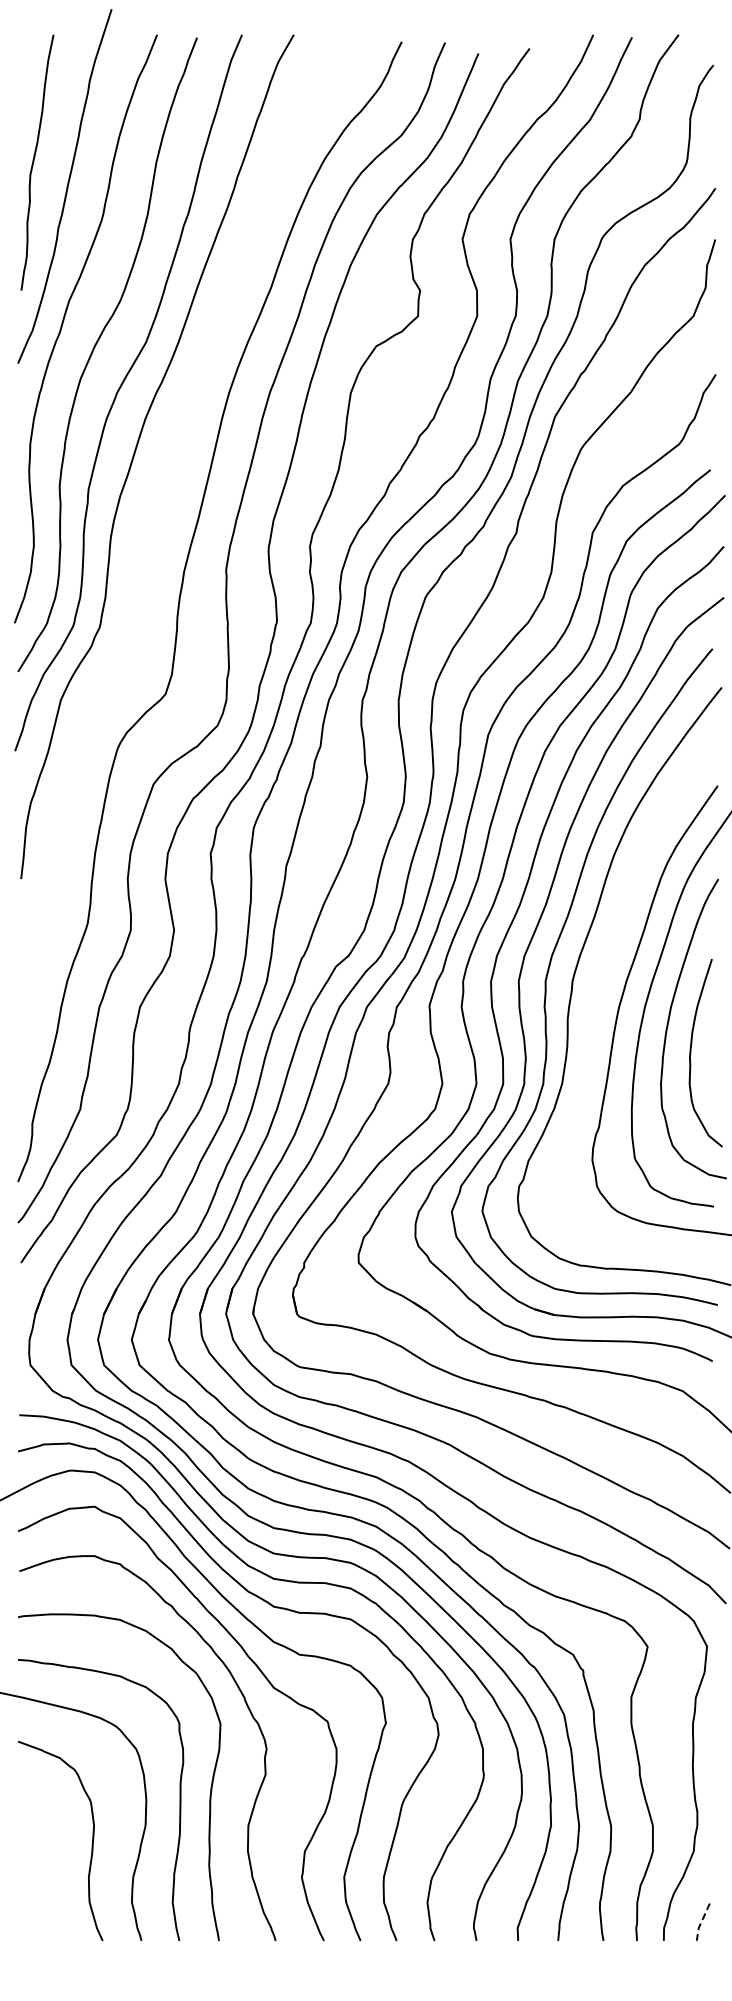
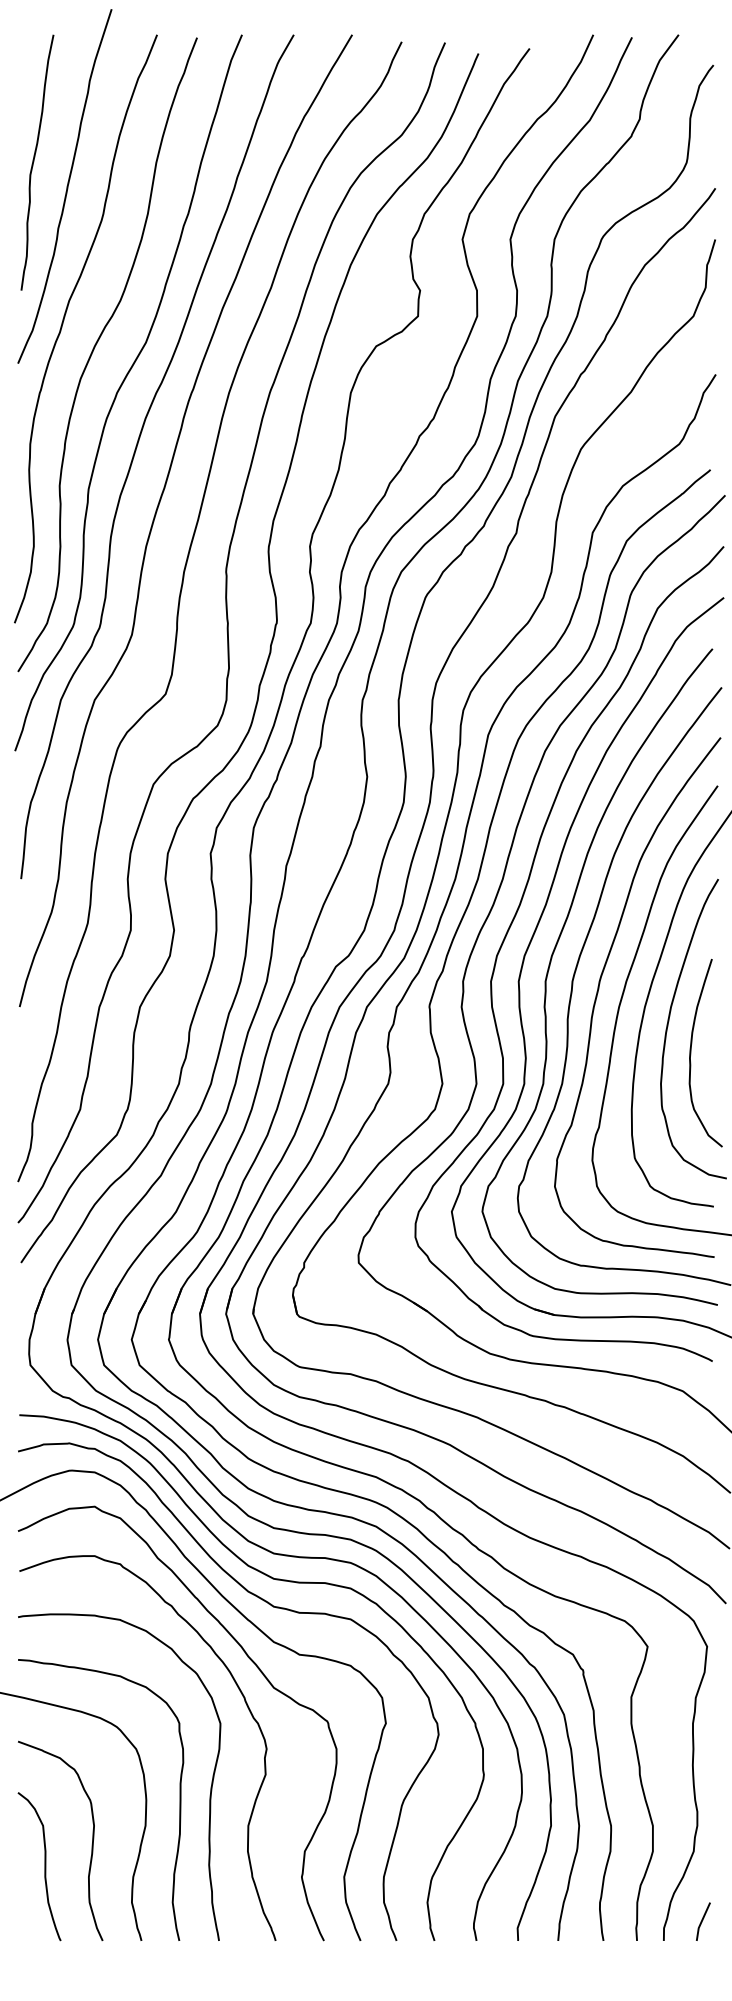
curve at (157, 511): none -> present
curve at (599, 989): none -> present
curve at (44, 1866): none -> present
line at (701, 1922): dashed -> solid
